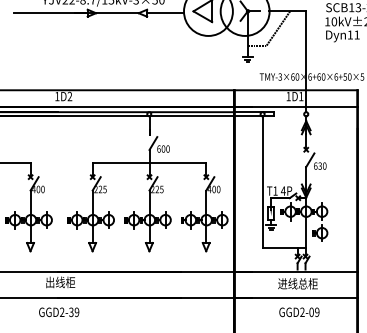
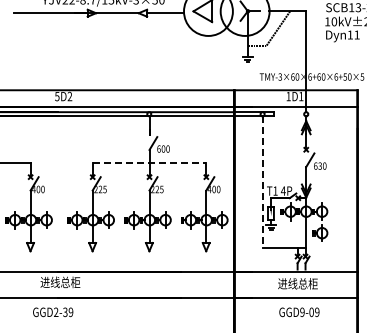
text at (57, 96): 1D2 -> 5D2
line at (149, 163): solid -> dashed
line at (262, 182): solid -> dashed
text at (60, 282): 出线柜 -> 进线总柜
text at (59, 312) position: (59, 312) -> (53, 312)
text at (302, 312): GGD2-09 -> GGD9-09
